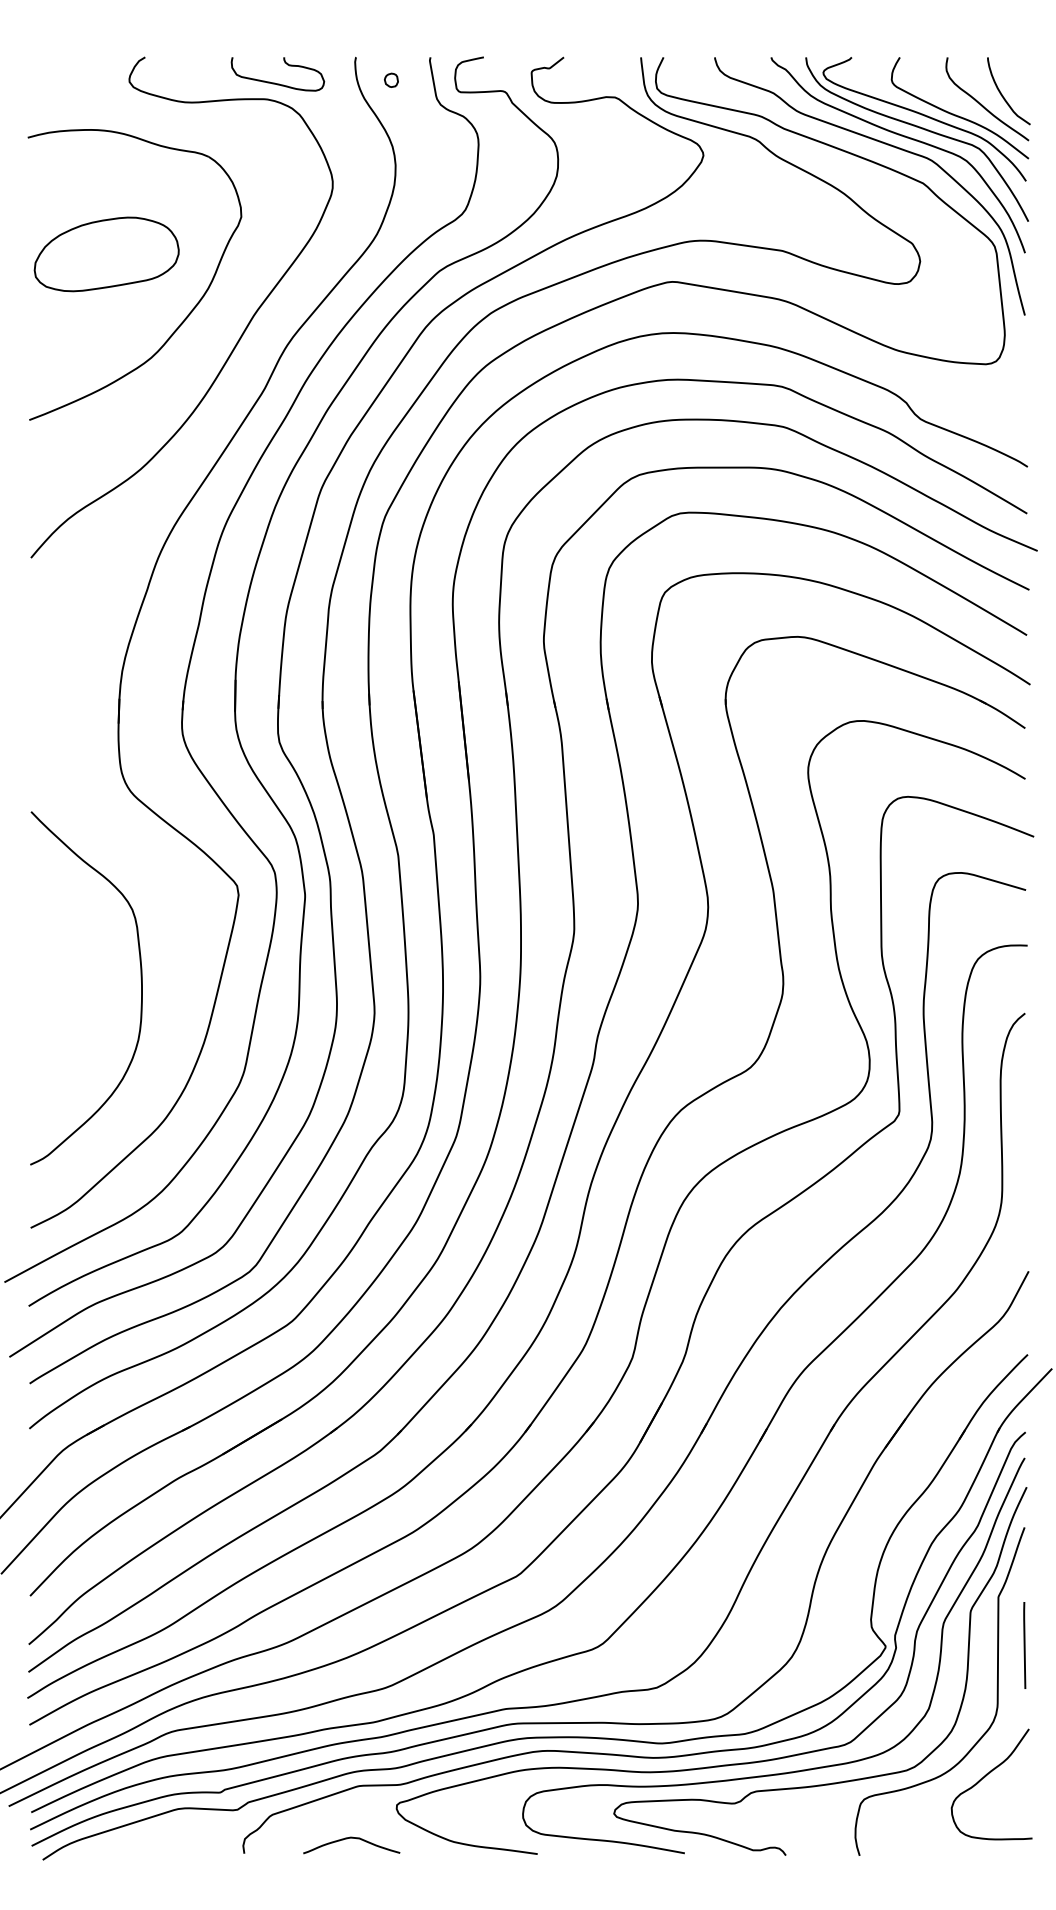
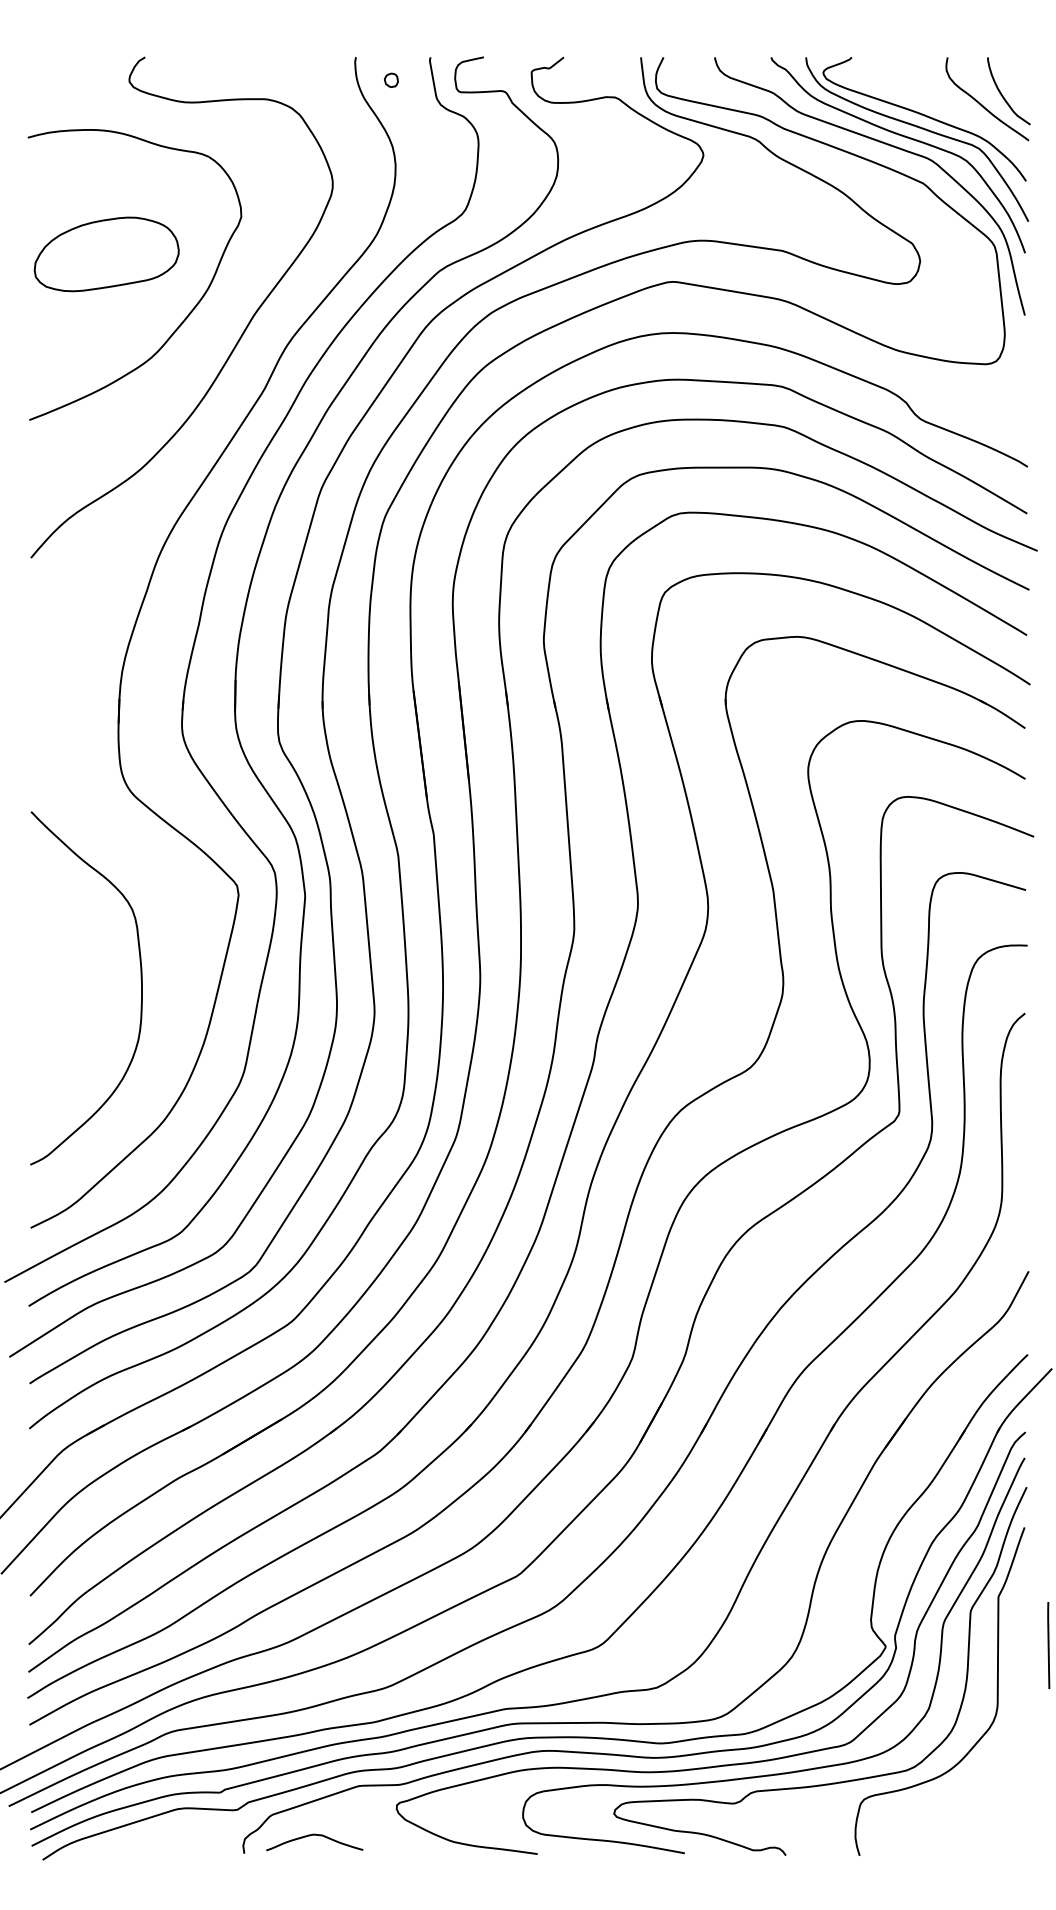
curve at (275, 82): present -> none
curve at (956, 114): present -> none
line at (1024, 1645) position: (1024, 1645) -> (1048, 1645)
curve at (985, 1777): present -> none
curve at (351, 1838) position: (351, 1838) -> (314, 1835)
